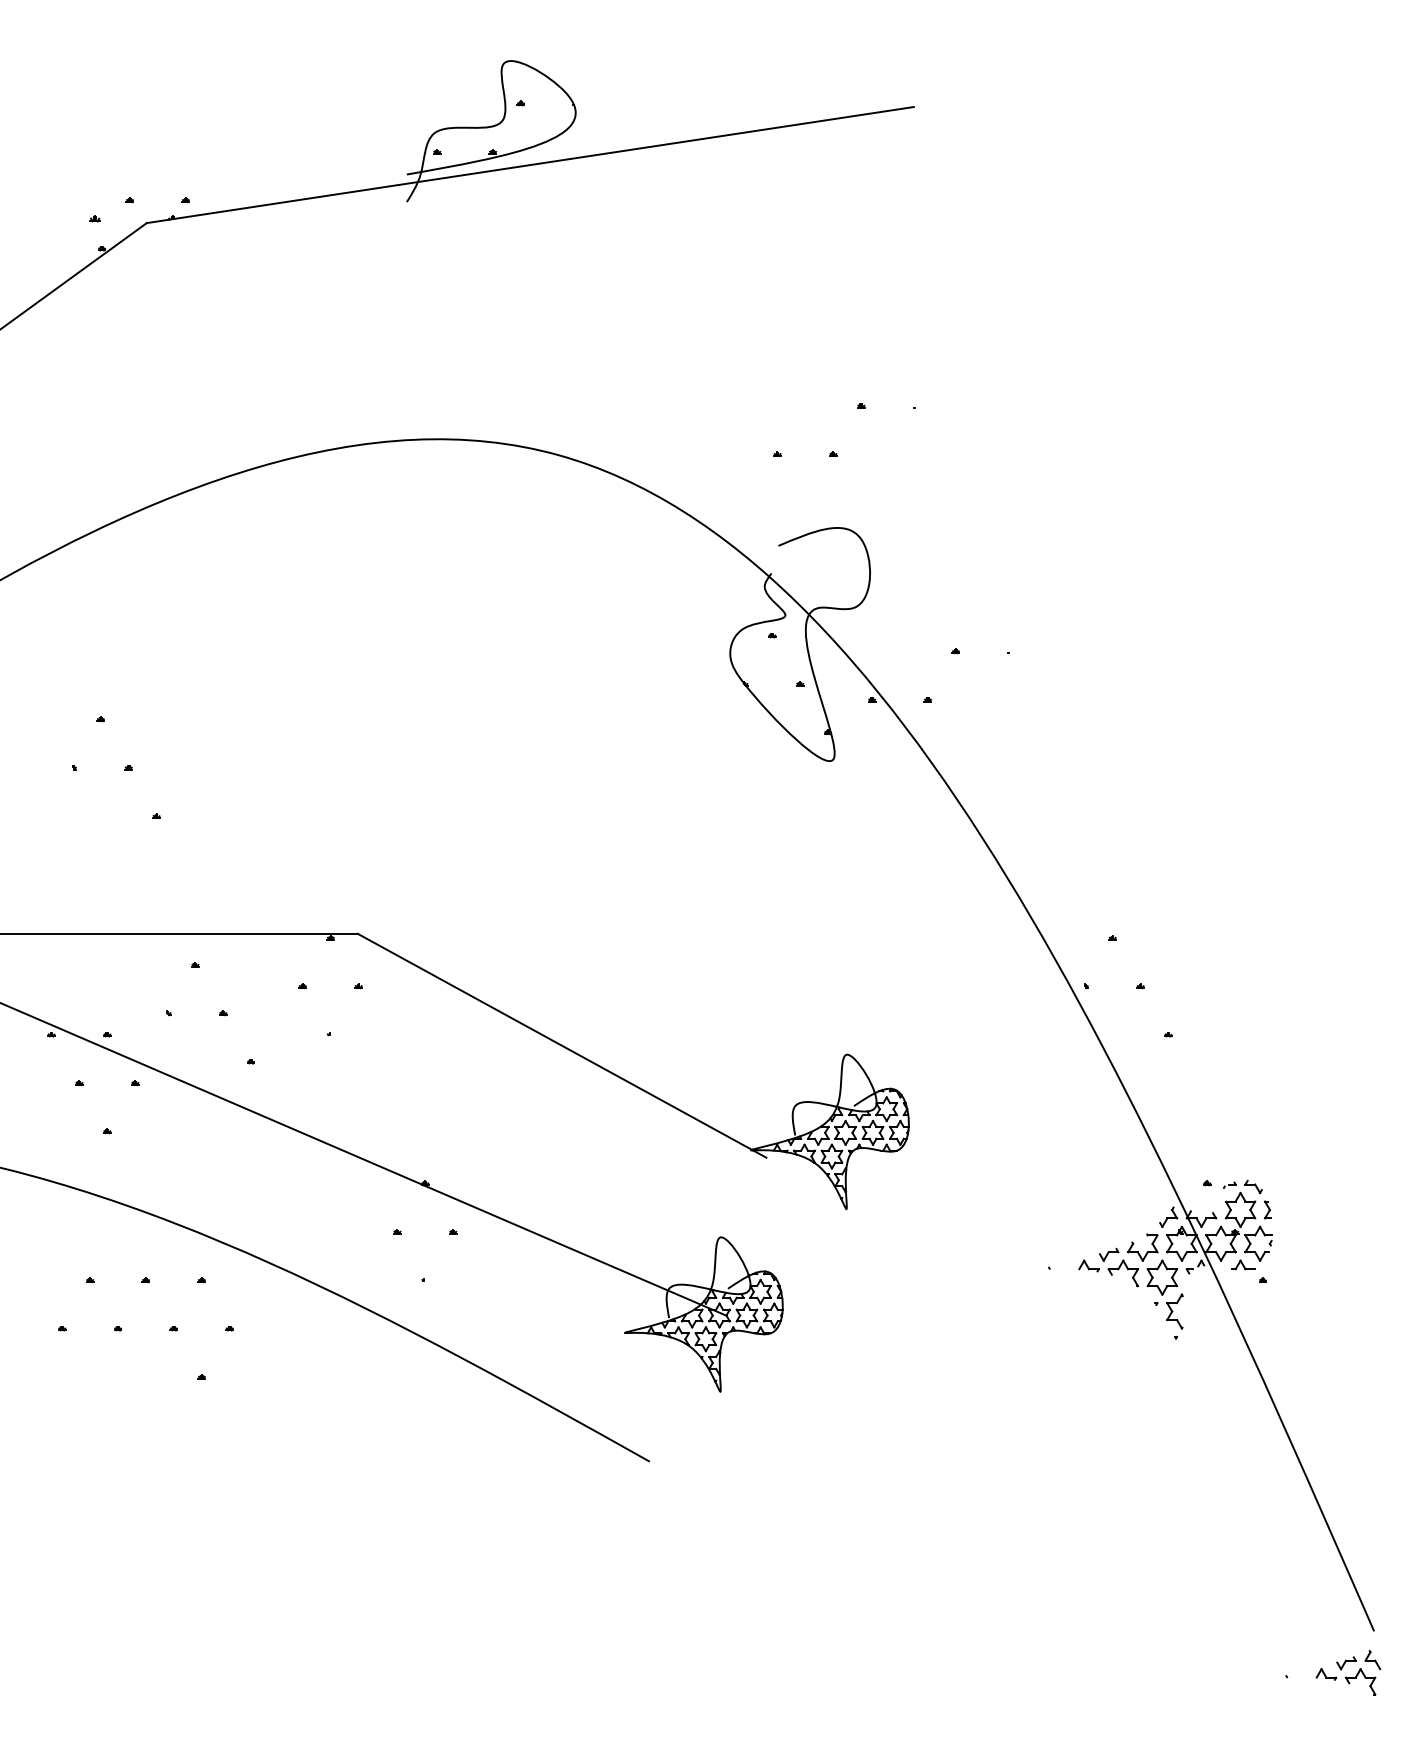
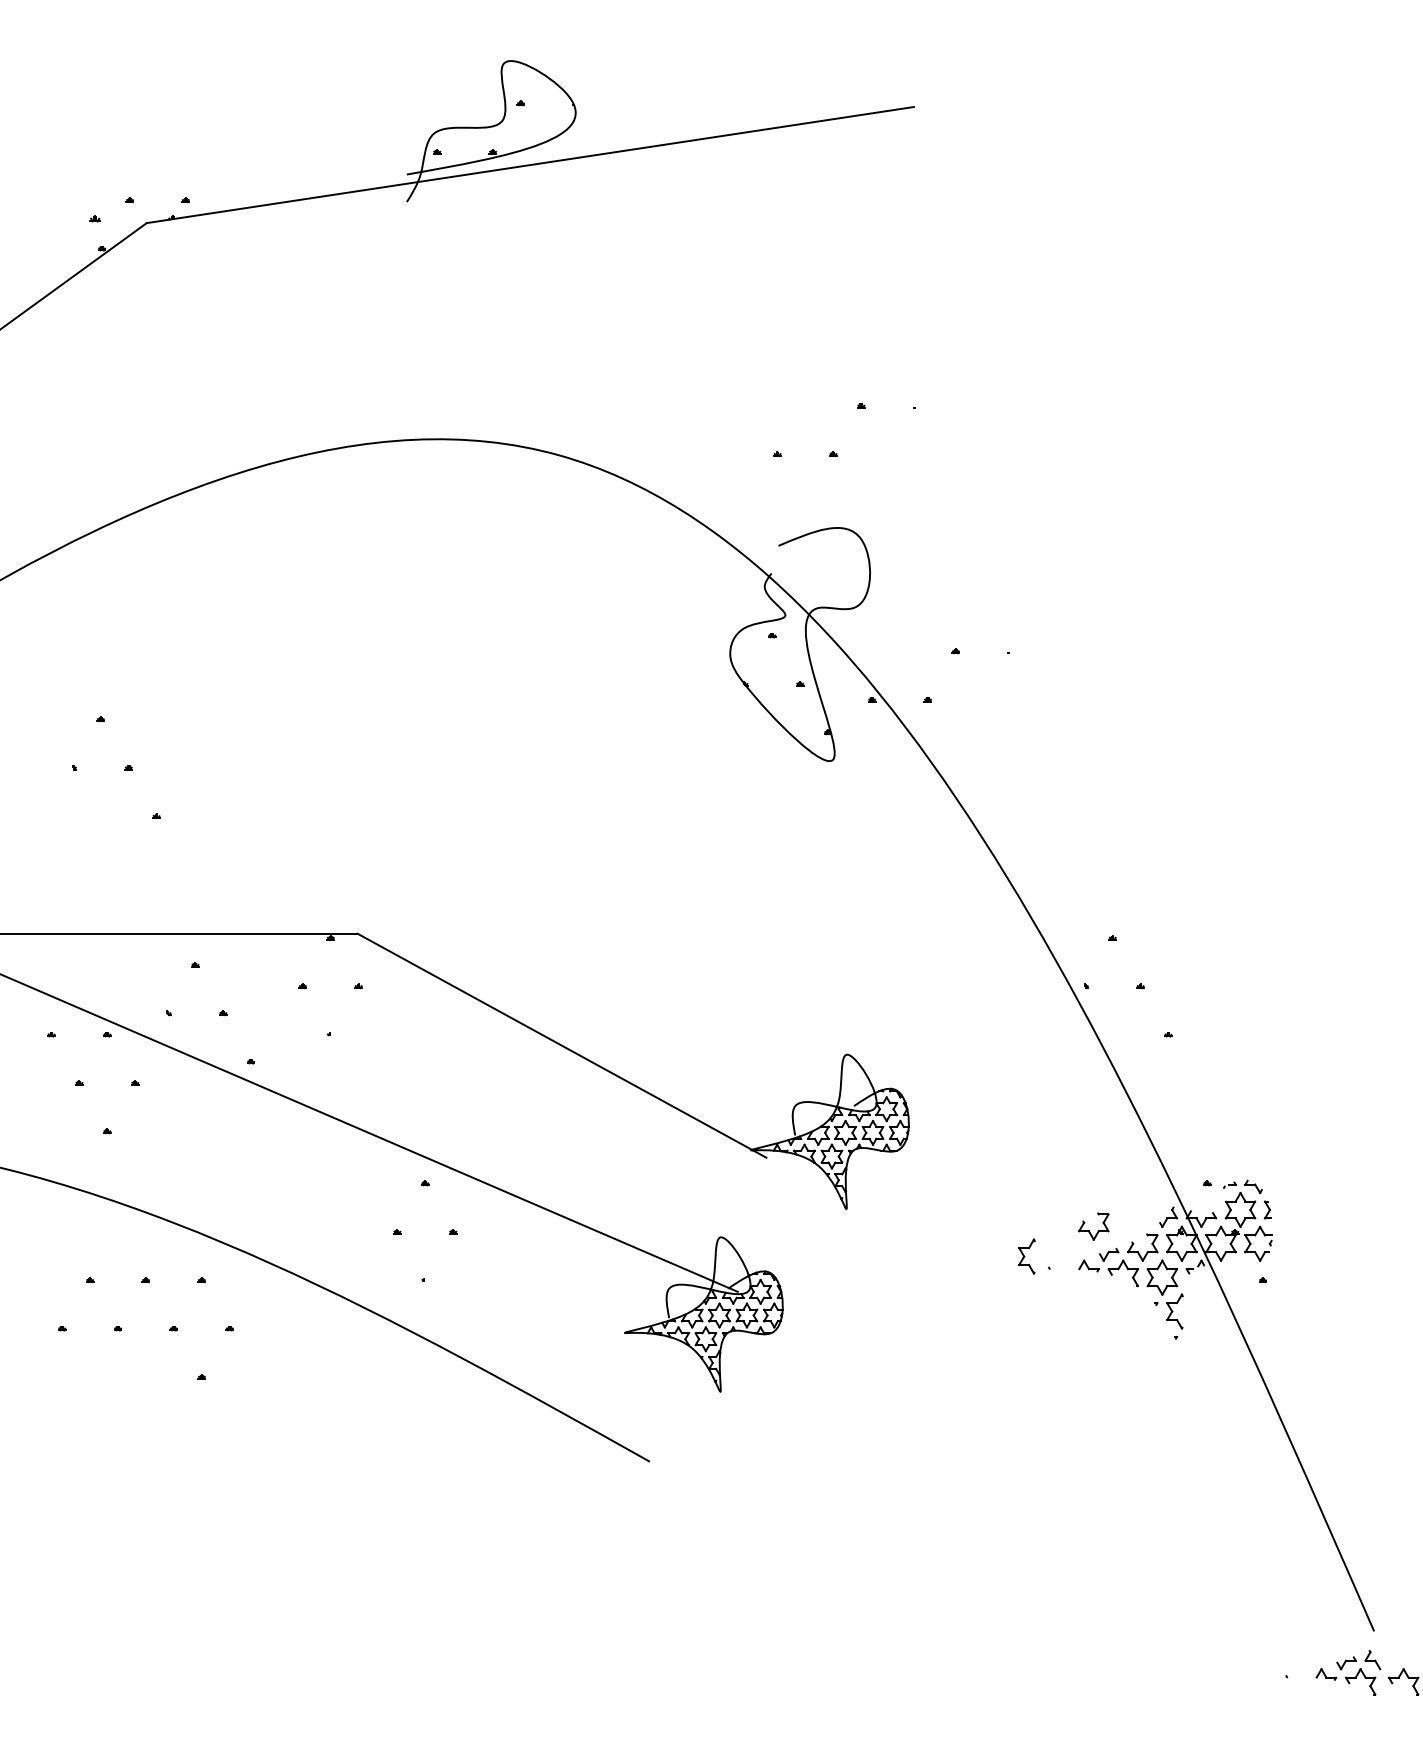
line at (364, 1159) position: (364, 1159) -> (369, 1133)
part at (1093, 1226): none -> present
part at (1026, 1256): none -> present
part at (1243, 1264): present -> none
part at (1403, 1681): none -> present
